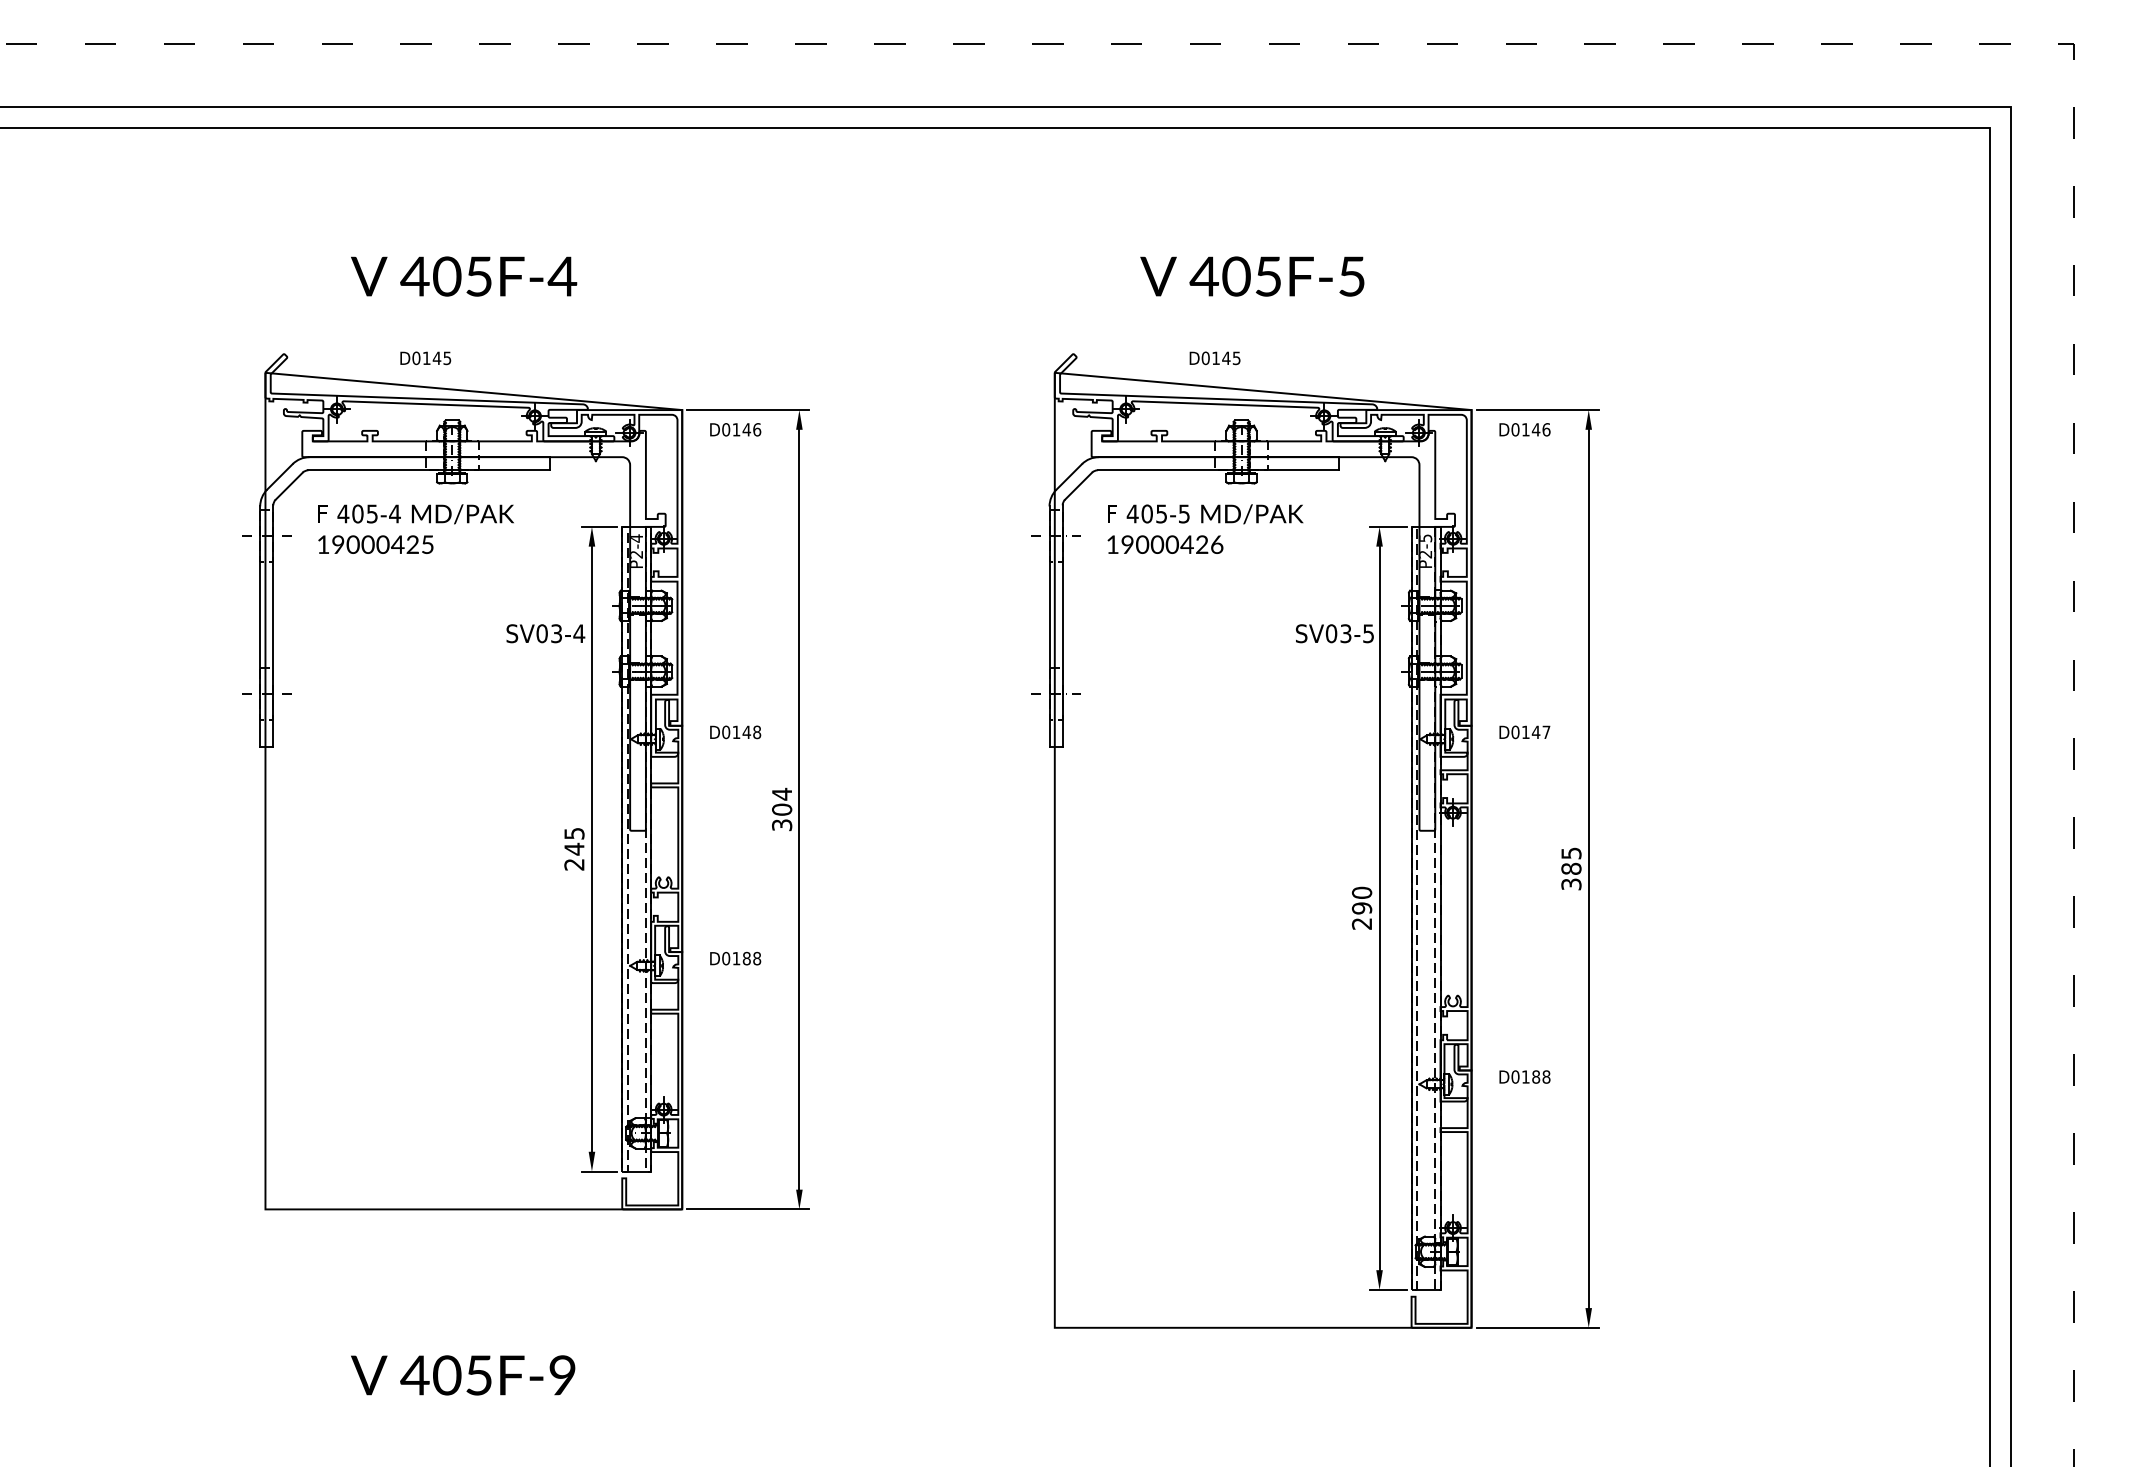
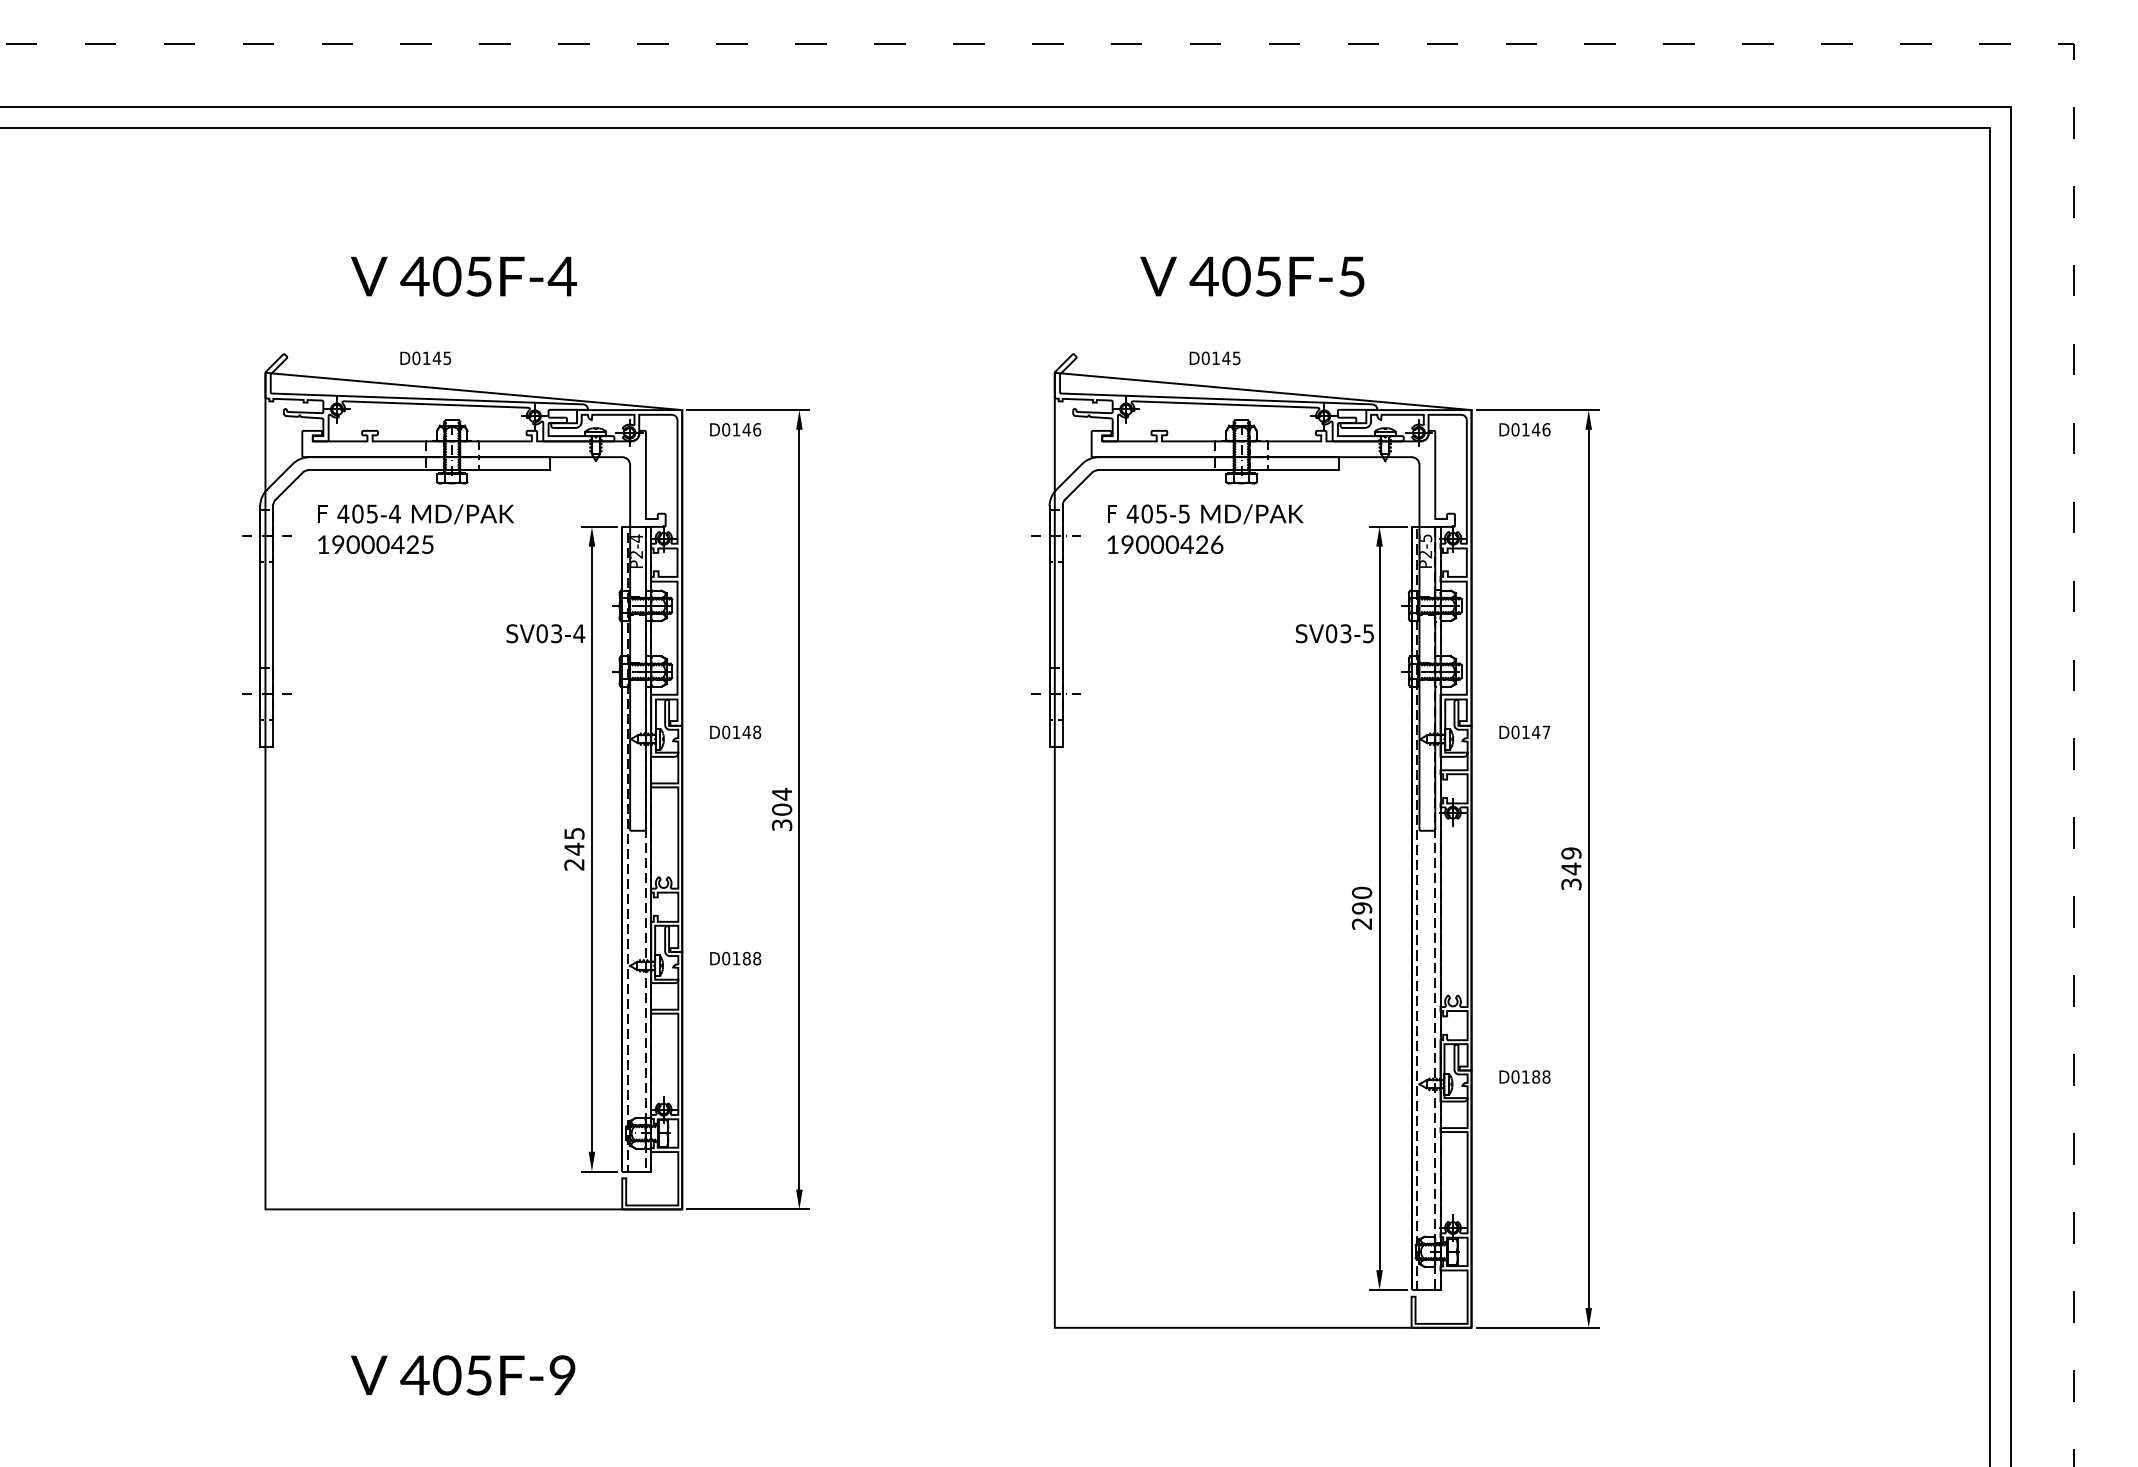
text at (1571, 861): 385 -> 349
